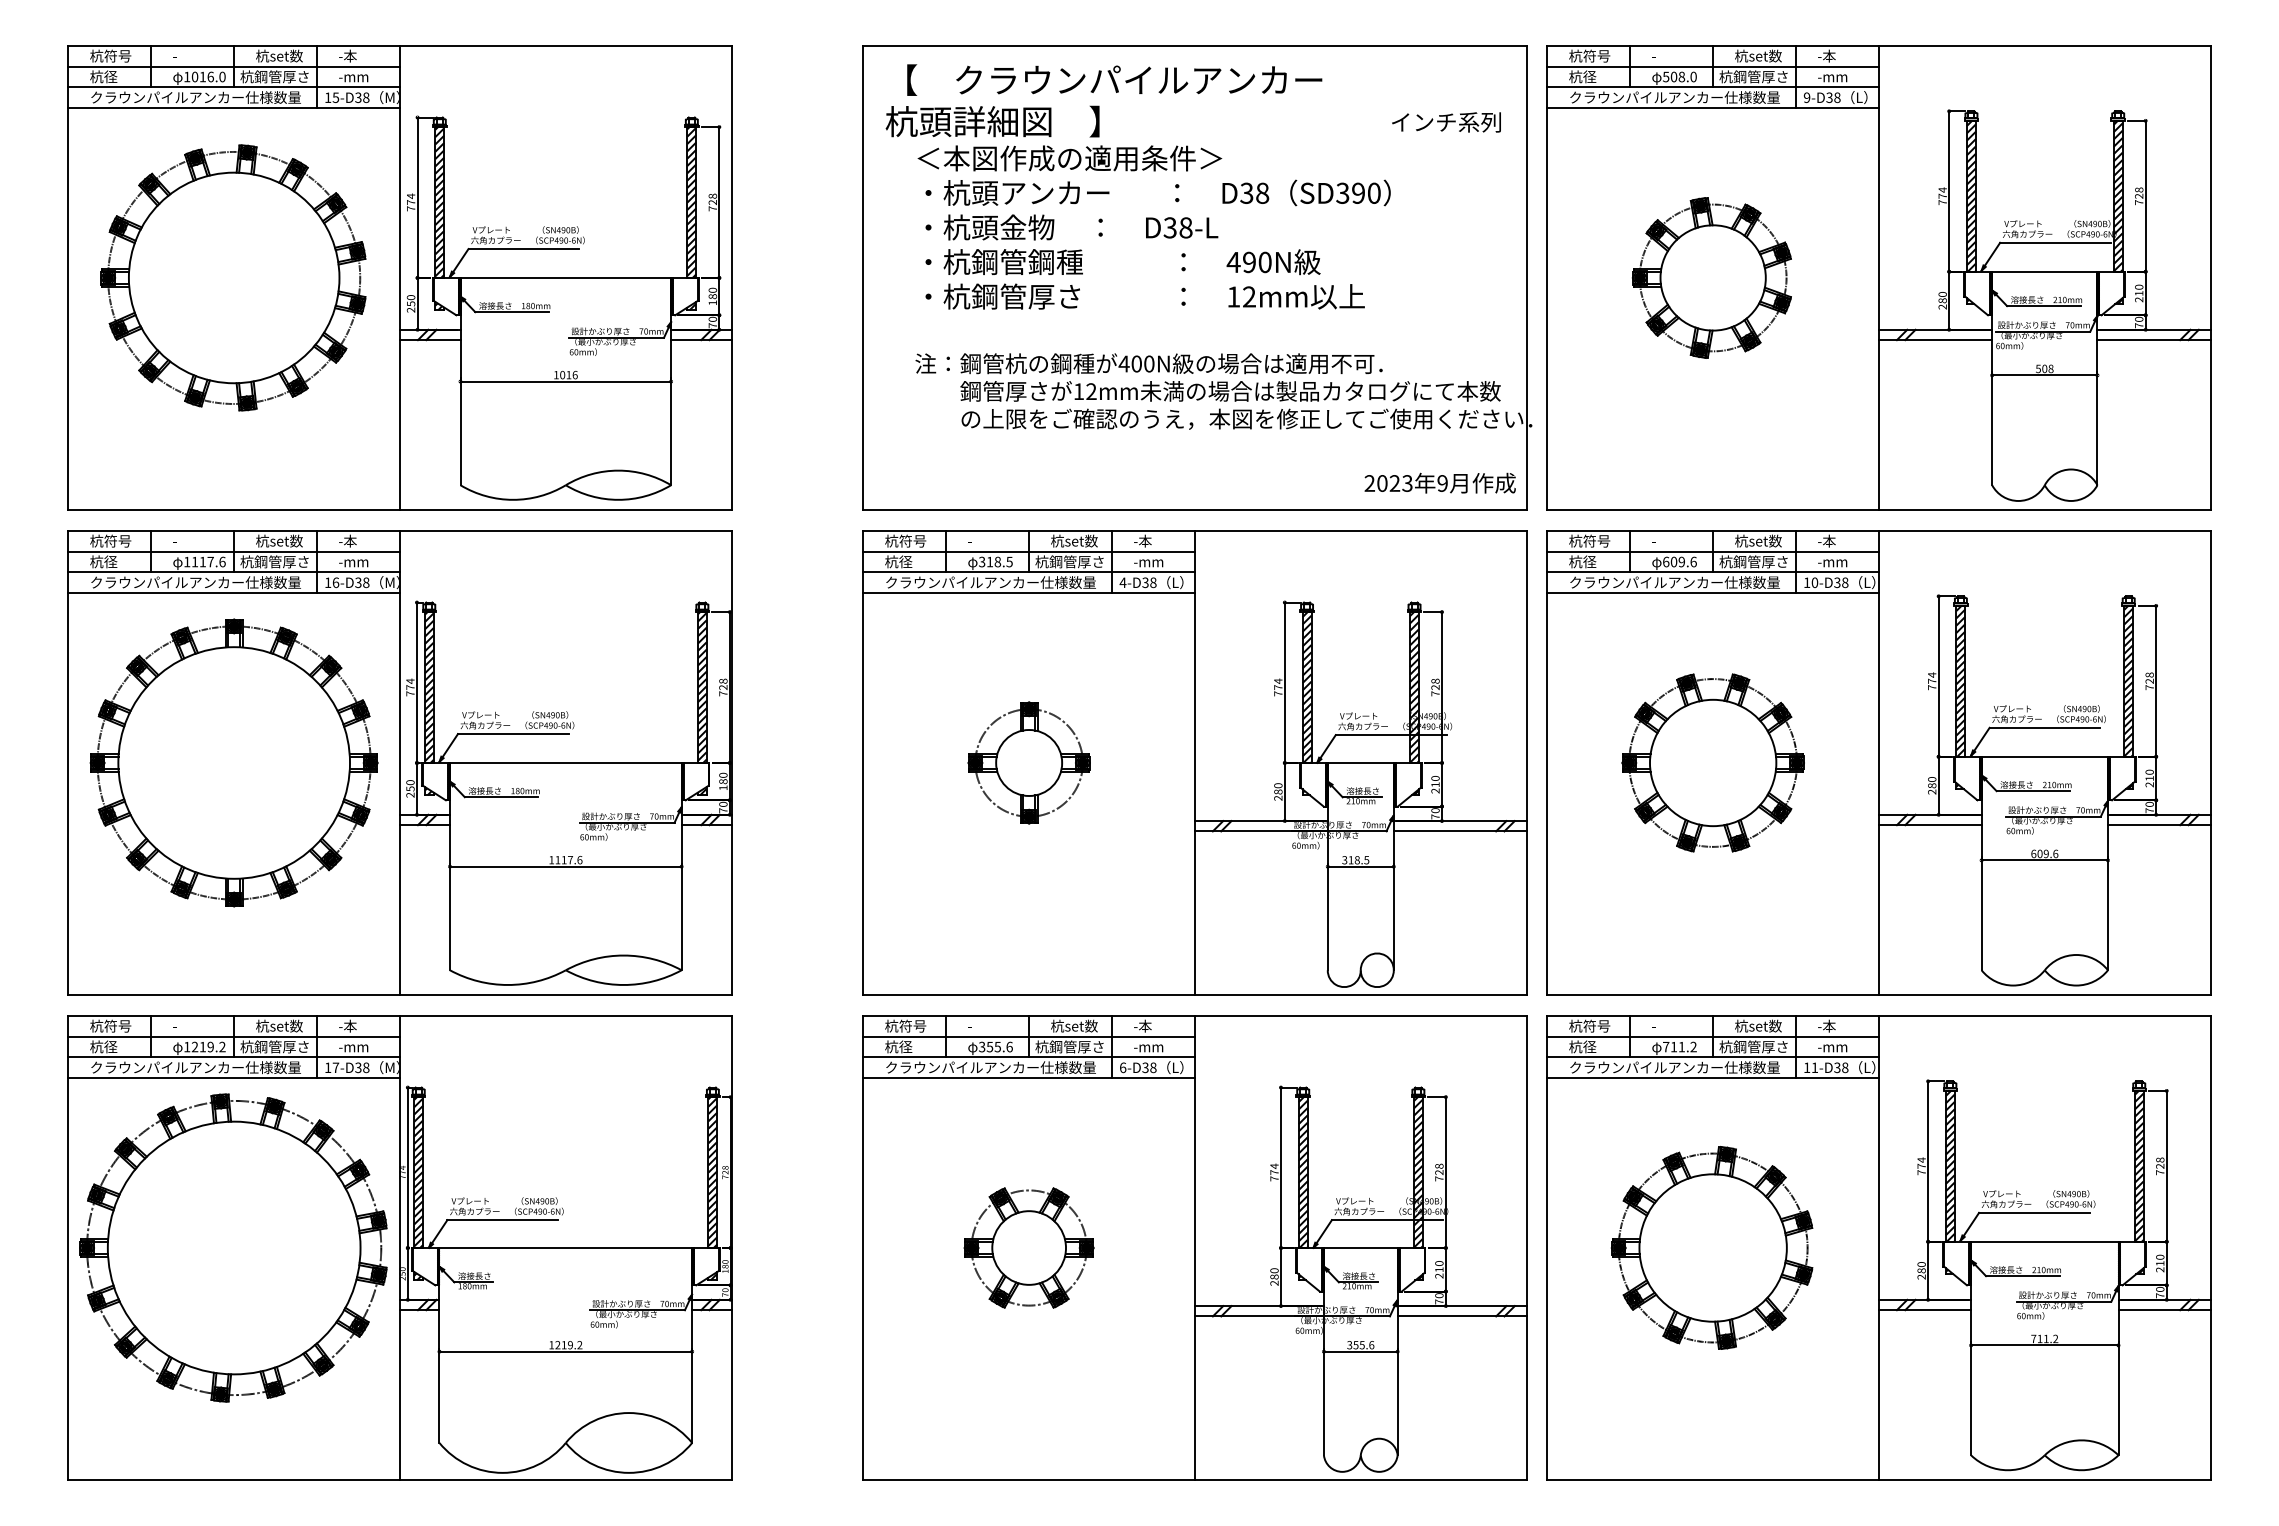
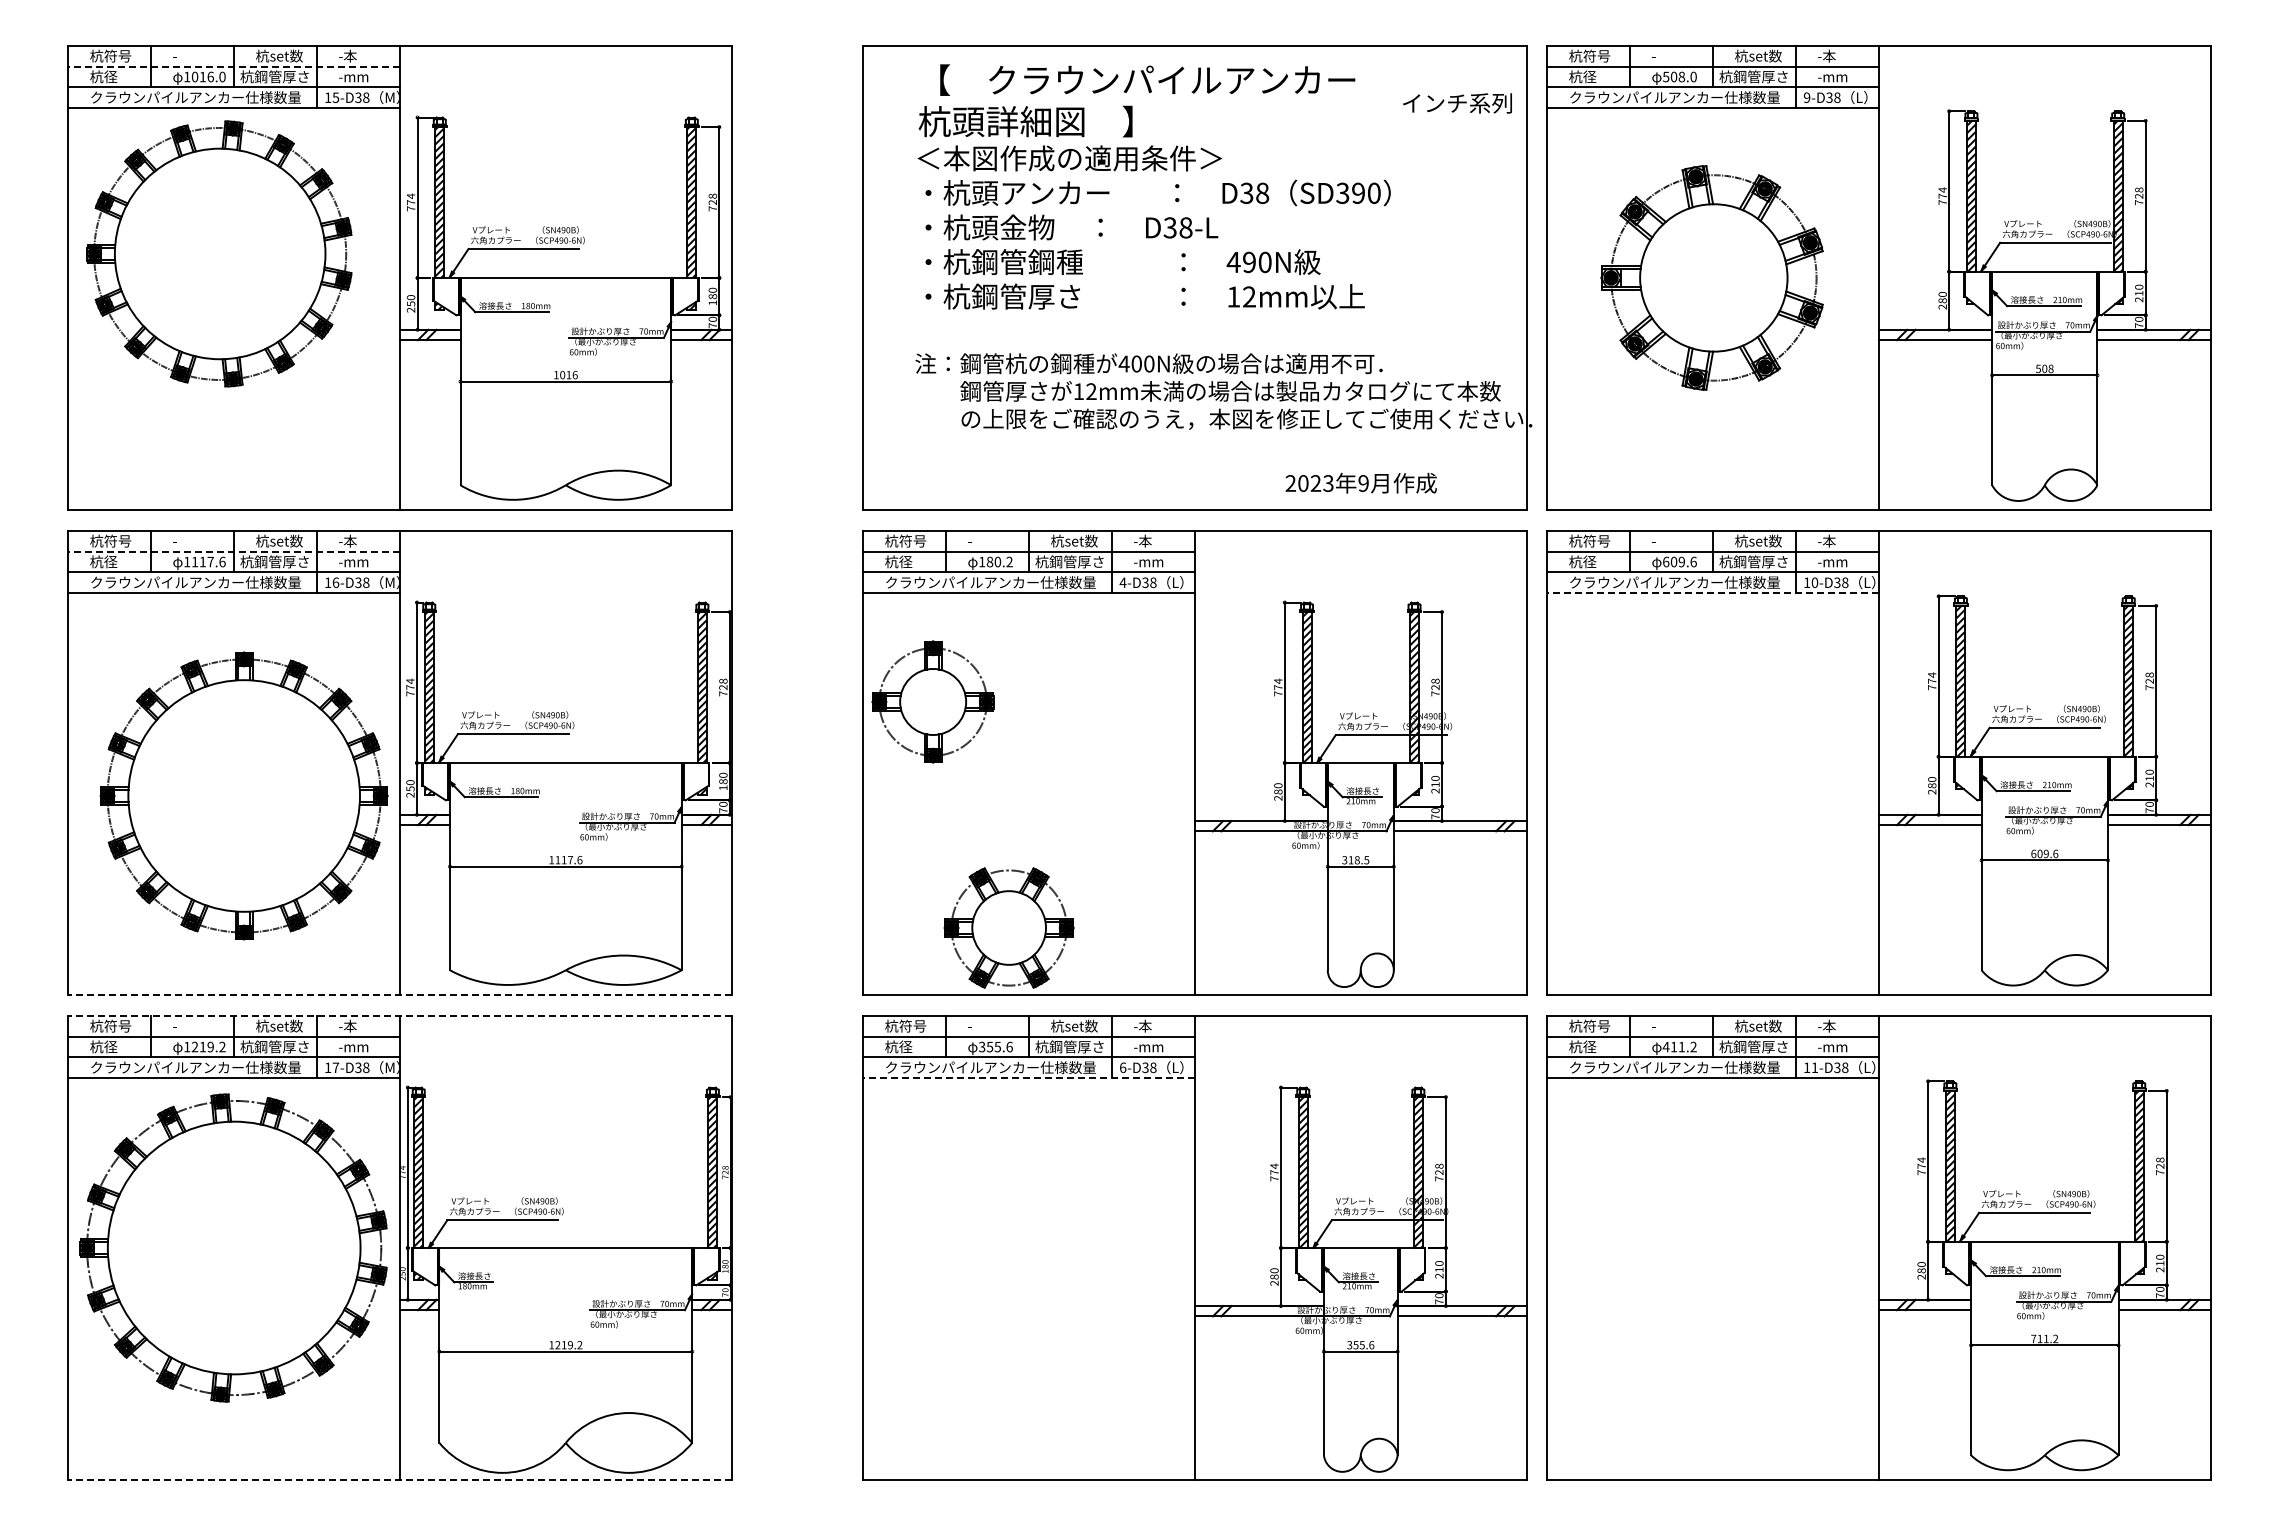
line at (234, 66): solid -> dashed
text at (1103, 100) position: (1103, 100) -> (1136, 100)
text at (1446, 122) position: (1446, 122) -> (1457, 103)
part at (233, 277) position: (233, 277) -> (219, 253)
part at (1711, 277) size: 161x162 px -> 224x226 px
text at (1439, 482) position: (1439, 482) -> (1360, 482)
line at (234, 551): solid -> dashed
text at (995, 561): 318.5 -> 180.2
line at (1713, 593): solid -> dashed
part at (233, 762) position: (233, 762) -> (243, 795)
part at (1028, 762) position: (1028, 762) -> (932, 701)
part at (1712, 762): present -> none
line at (400, 995): solid -> dashed
line at (400, 1015): solid -> dashed
text at (1665, 1047): 711.2 -> 411.2
line at (1029, 1078): solid -> dashed
part at (1028, 1247) position: (1028, 1247) -> (1008, 927)
part at (1711, 1247): present -> none
line at (400, 1480): solid -> dashed
